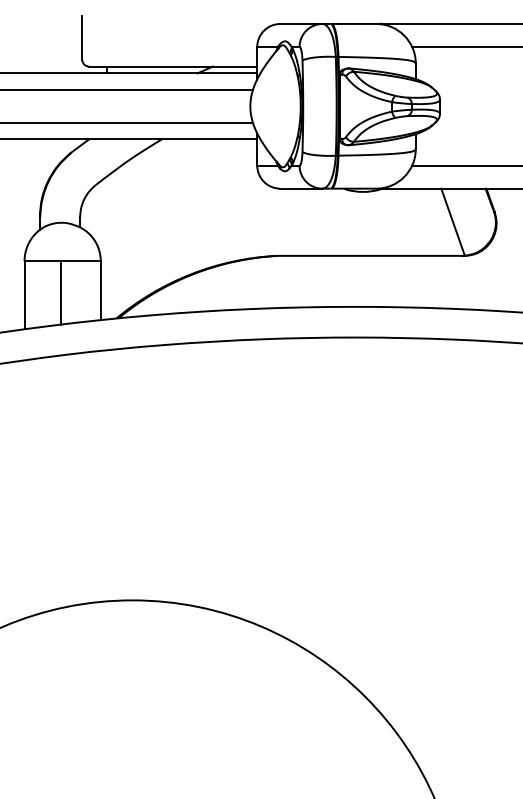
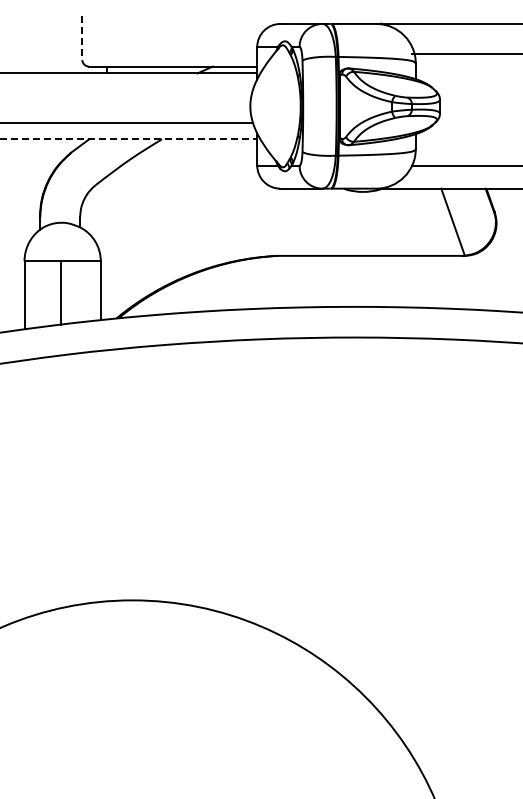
line at (82, 38): solid -> dashed
line at (465, 47) position: (465, 47) -> (465, 54)
line at (127, 89): present -> none
line at (129, 139): solid -> dashed
